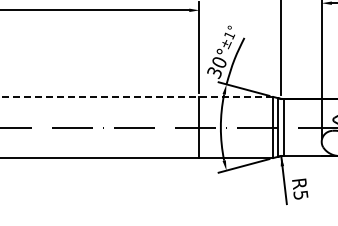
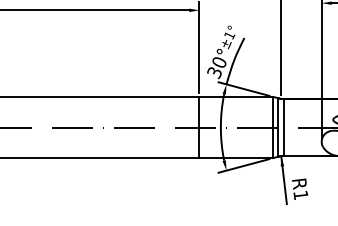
line at (136, 96): dashed -> solid
text at (300, 194): R5 -> R1
